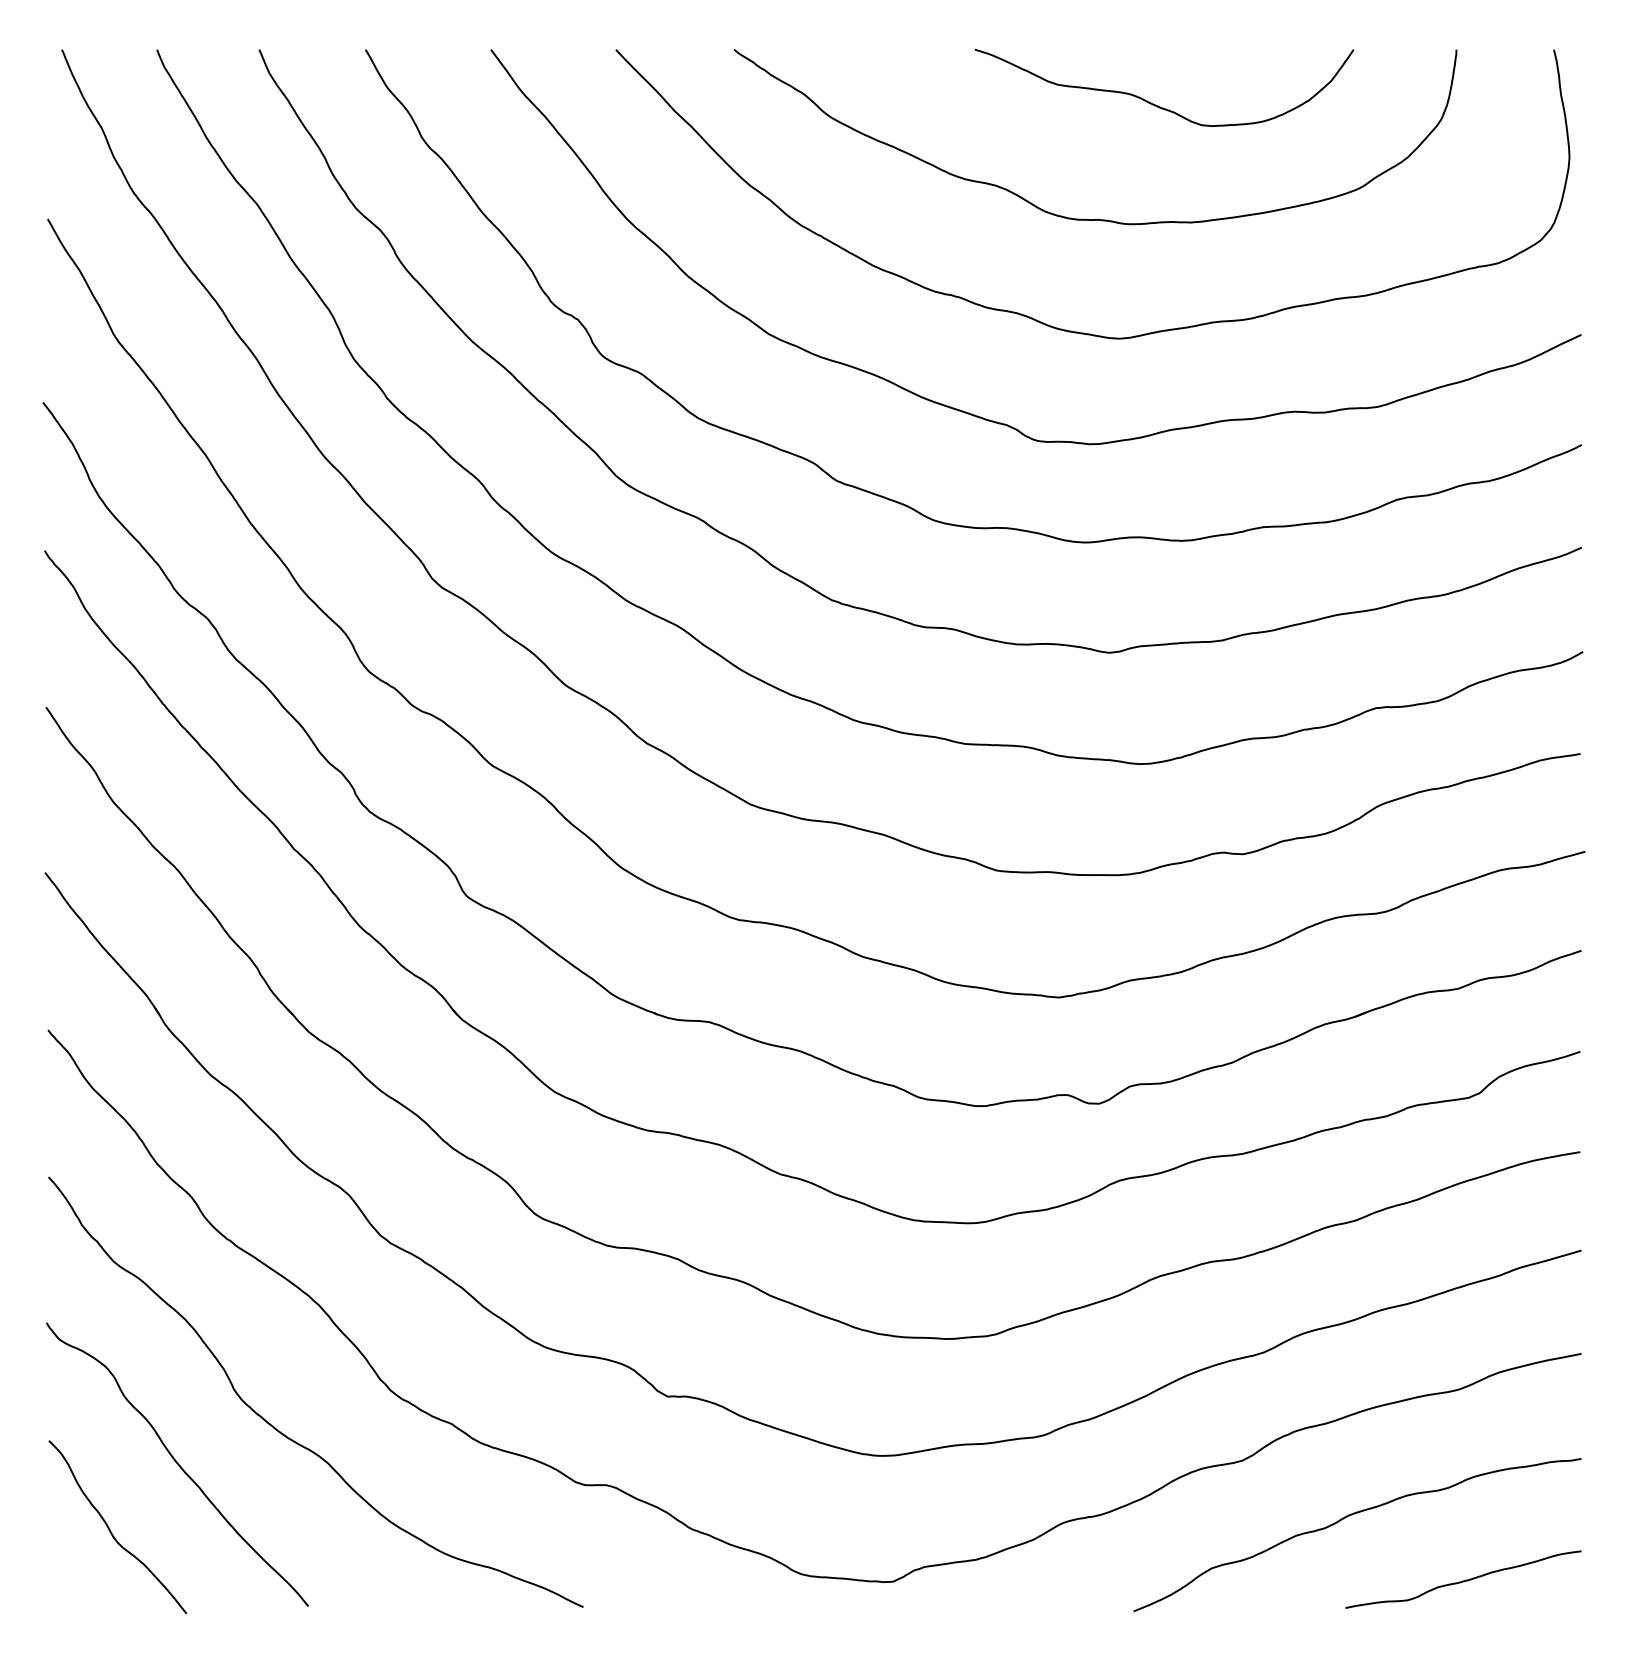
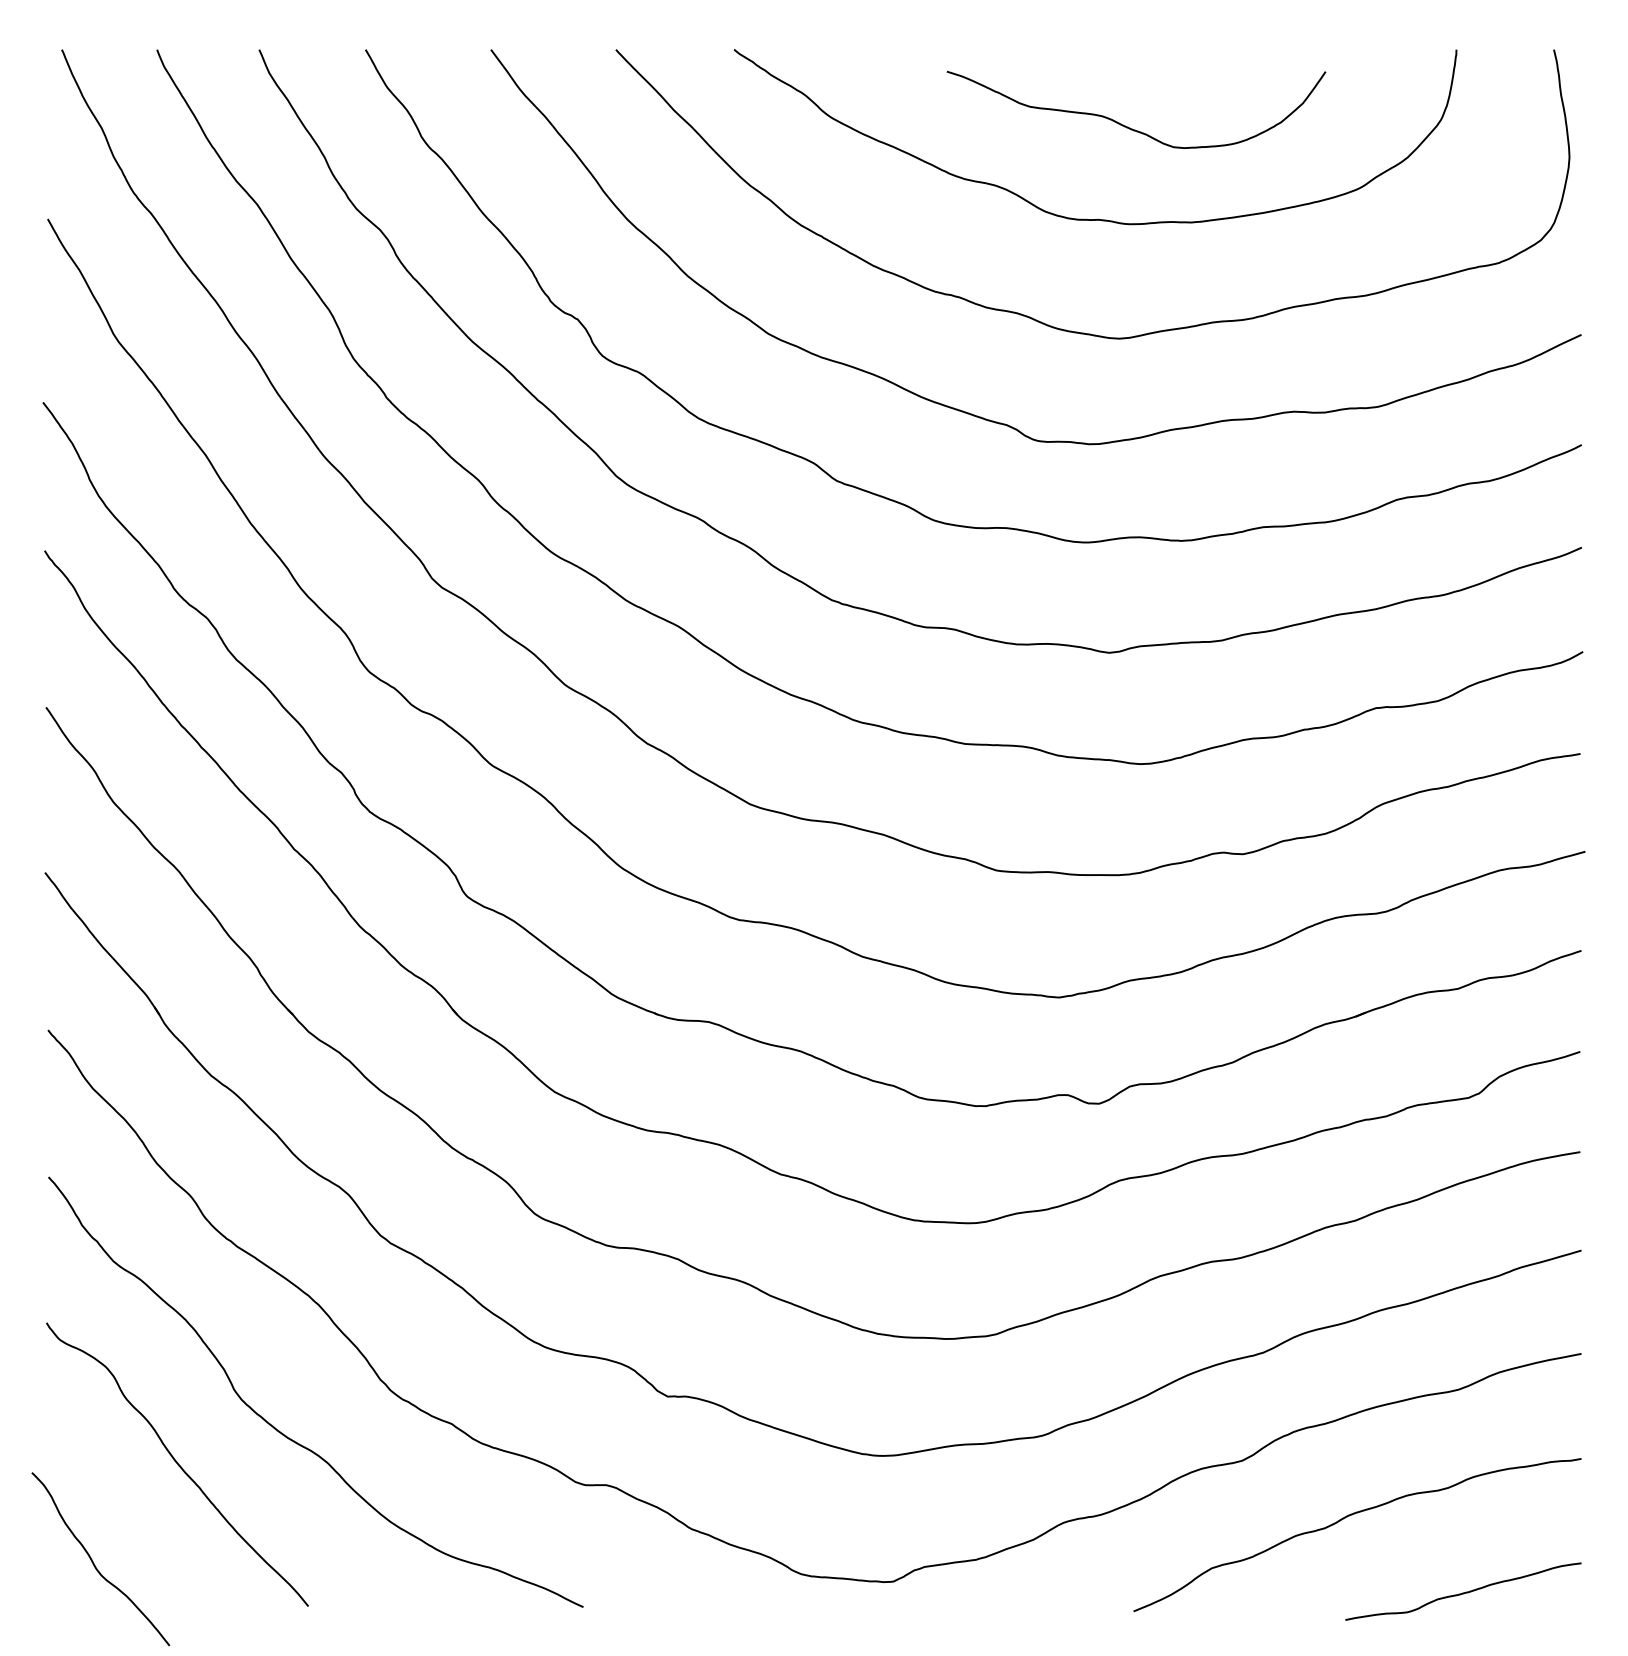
curve at (1158, 105) position: (1158, 105) -> (1130, 127)
curve at (111, 1531) position: (111, 1531) -> (94, 1563)
curve at (1463, 1580) position: (1463, 1580) -> (1463, 1592)
